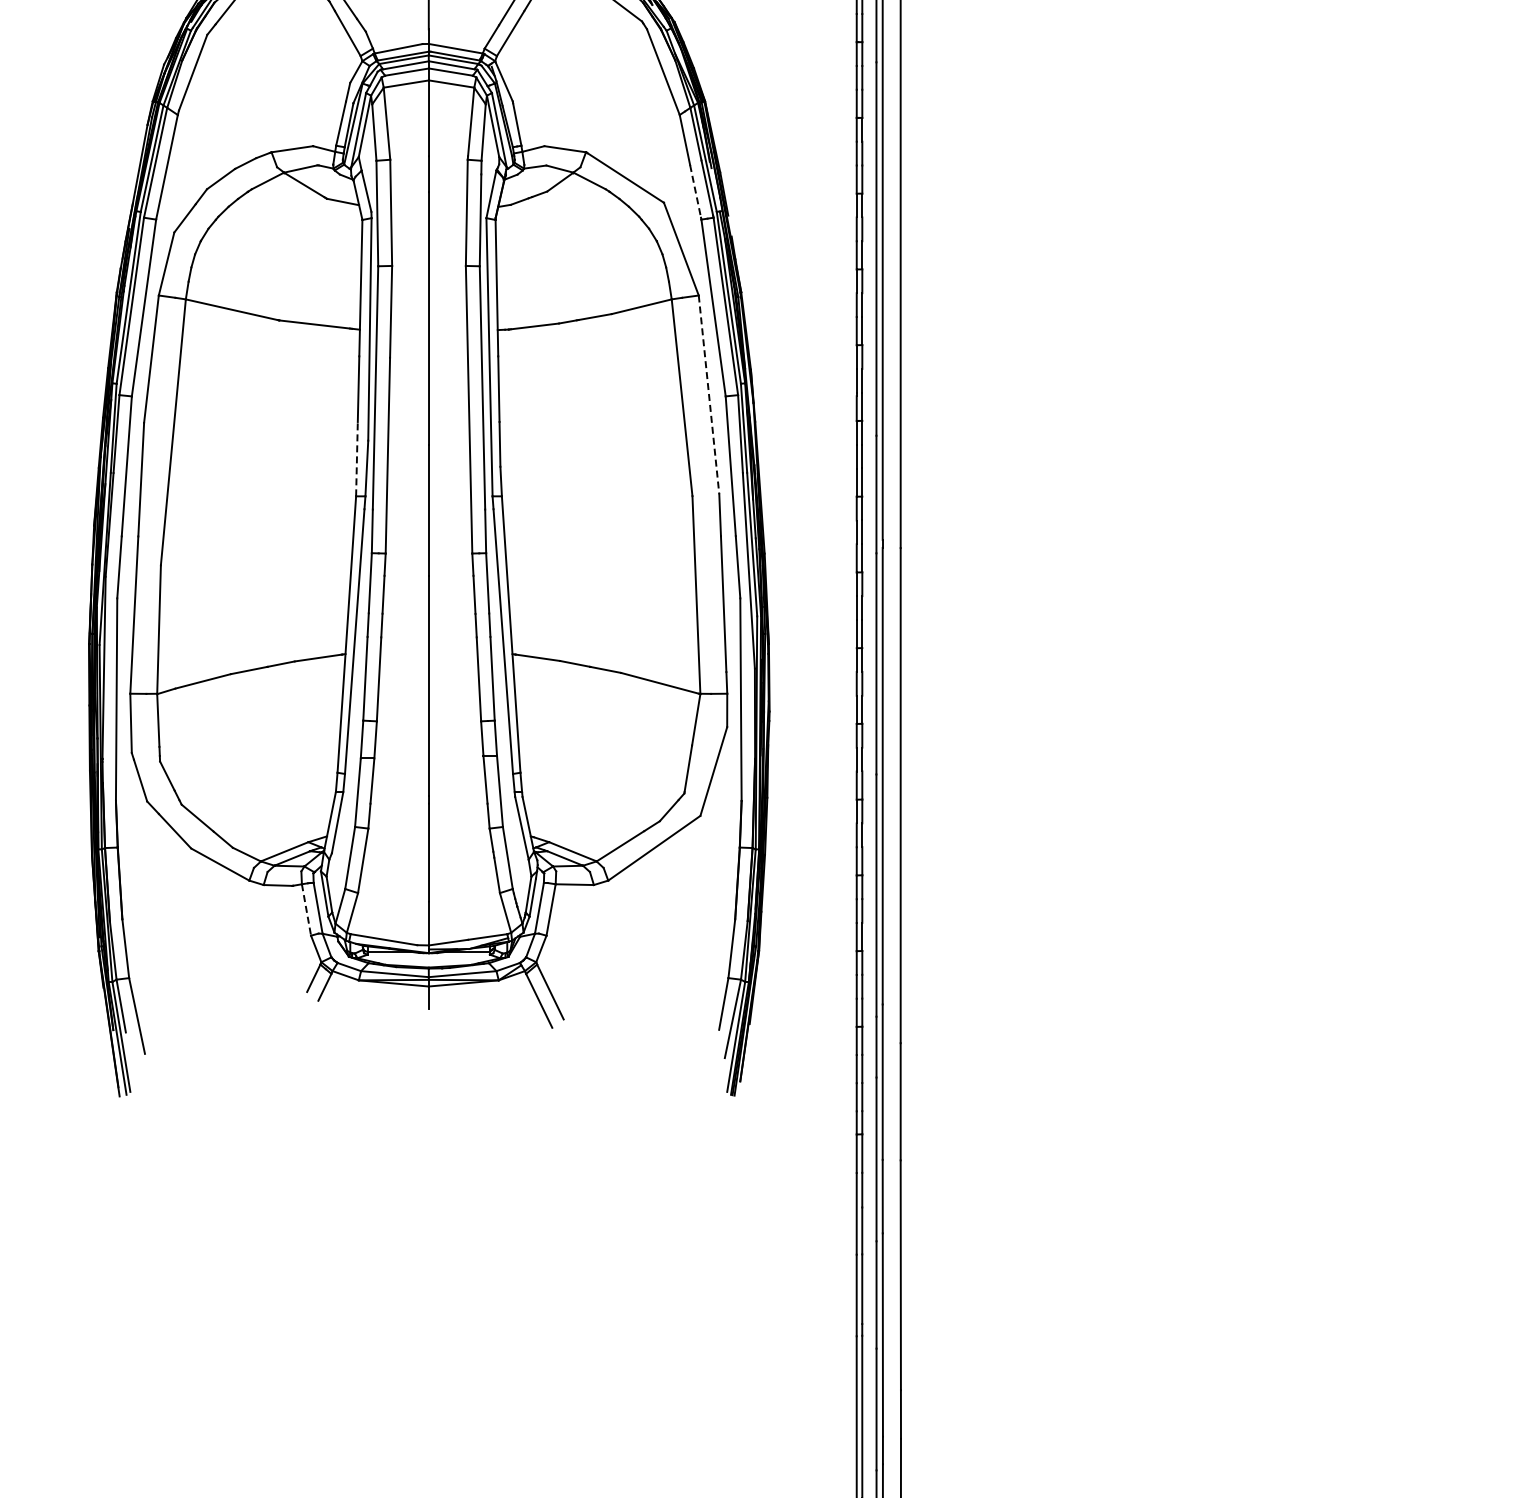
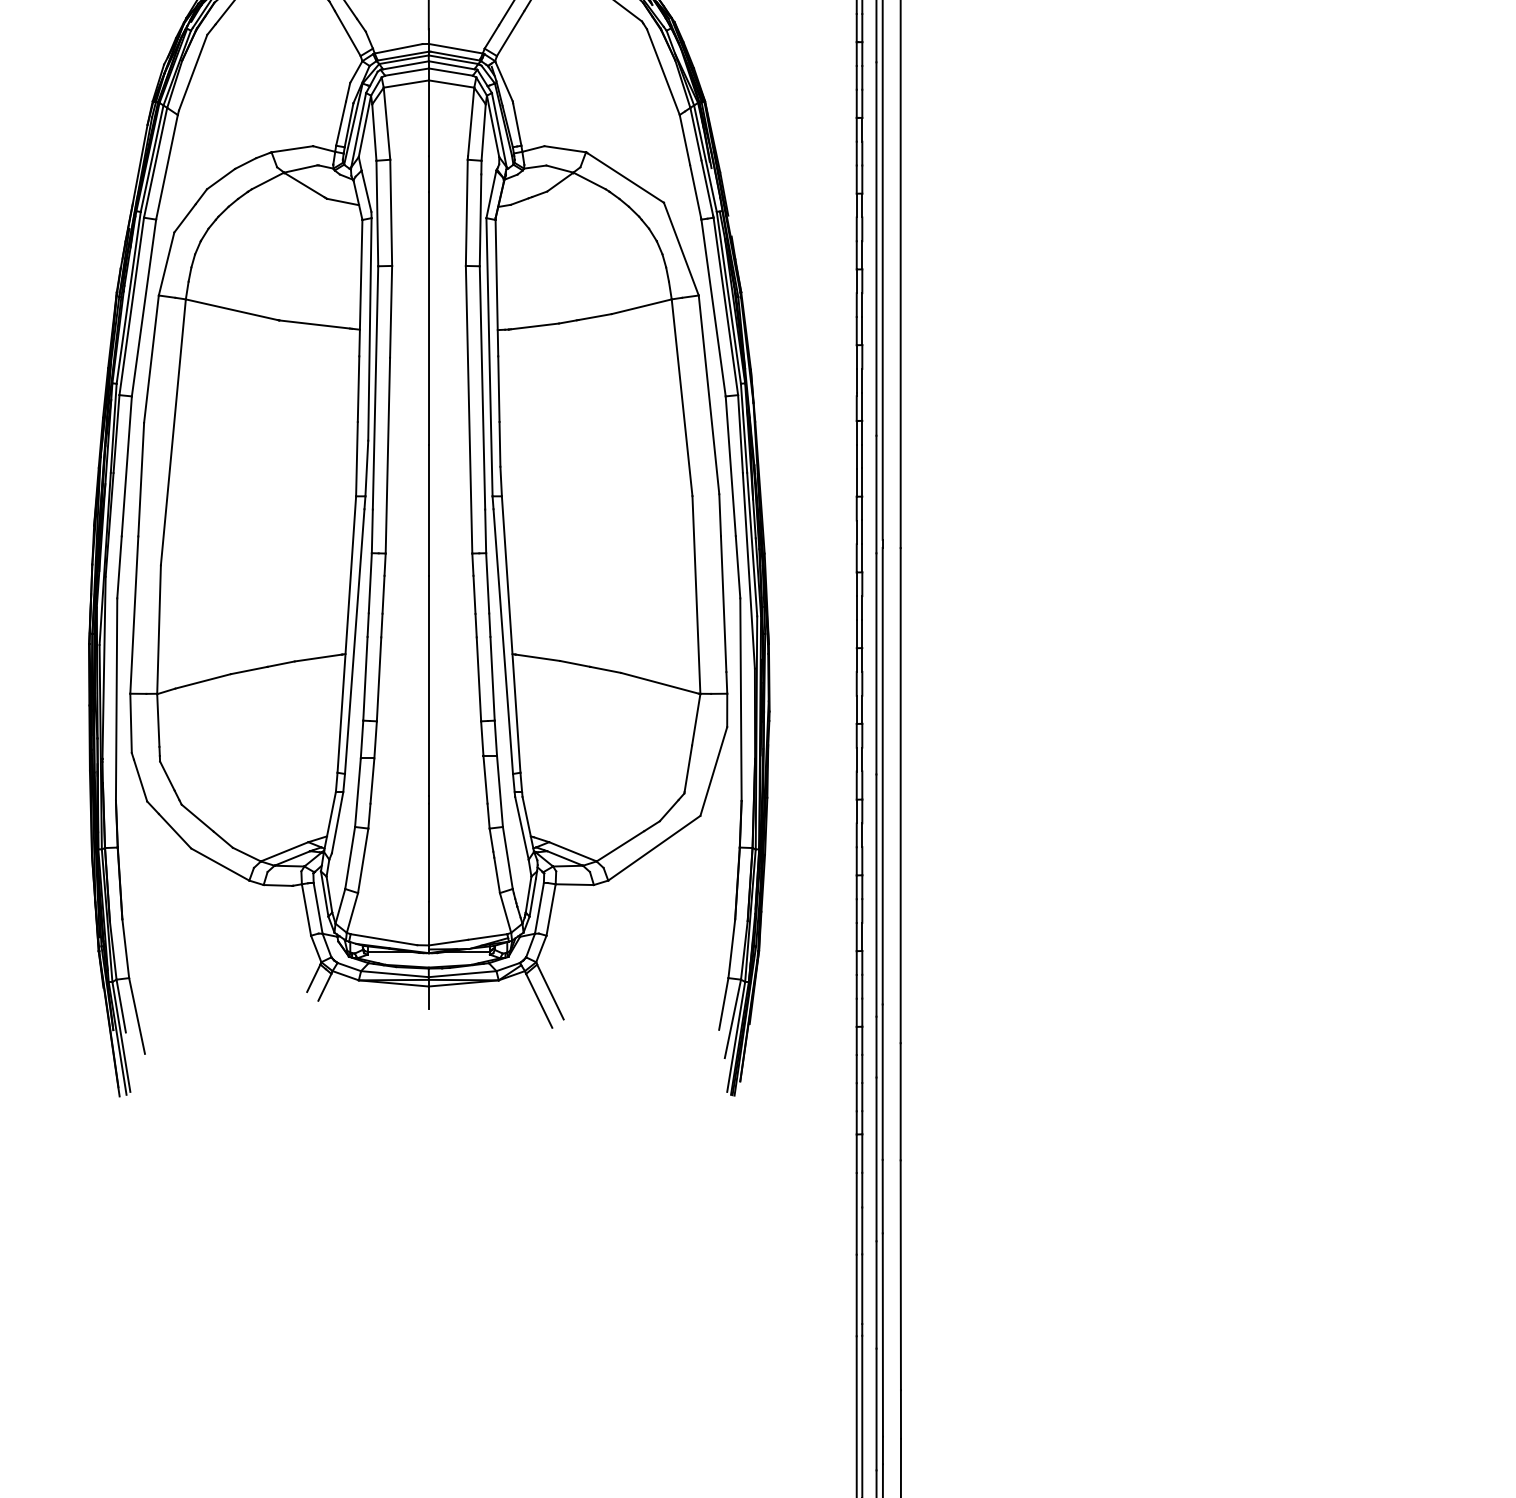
line at (695, 191): dashed -> solid
line at (709, 394): dashed -> solid
line at (356, 458): dashed -> solid
line at (306, 910): dashed -> solid
